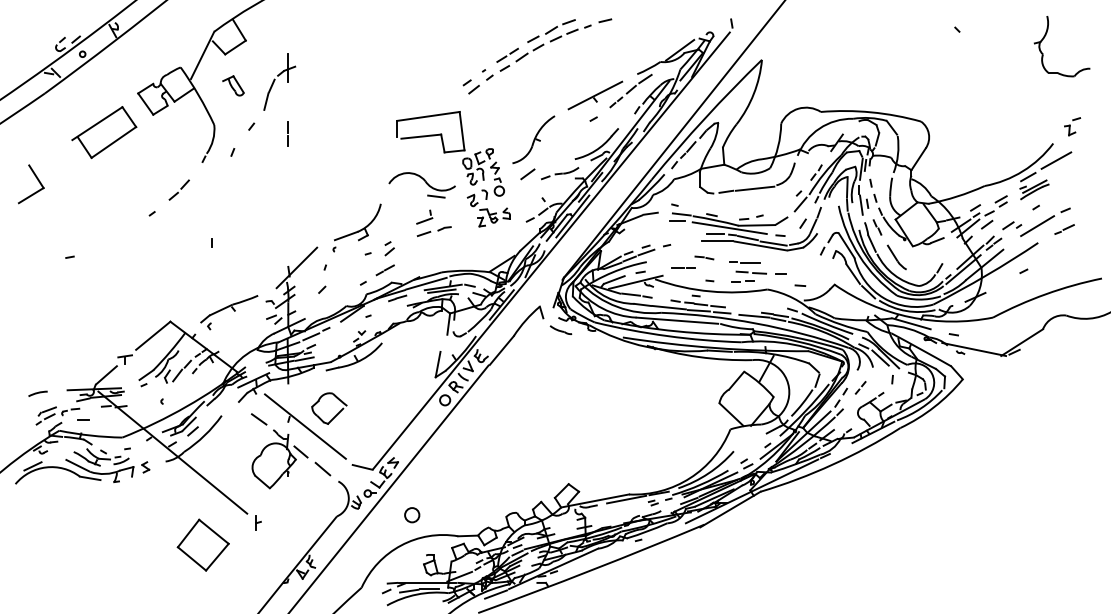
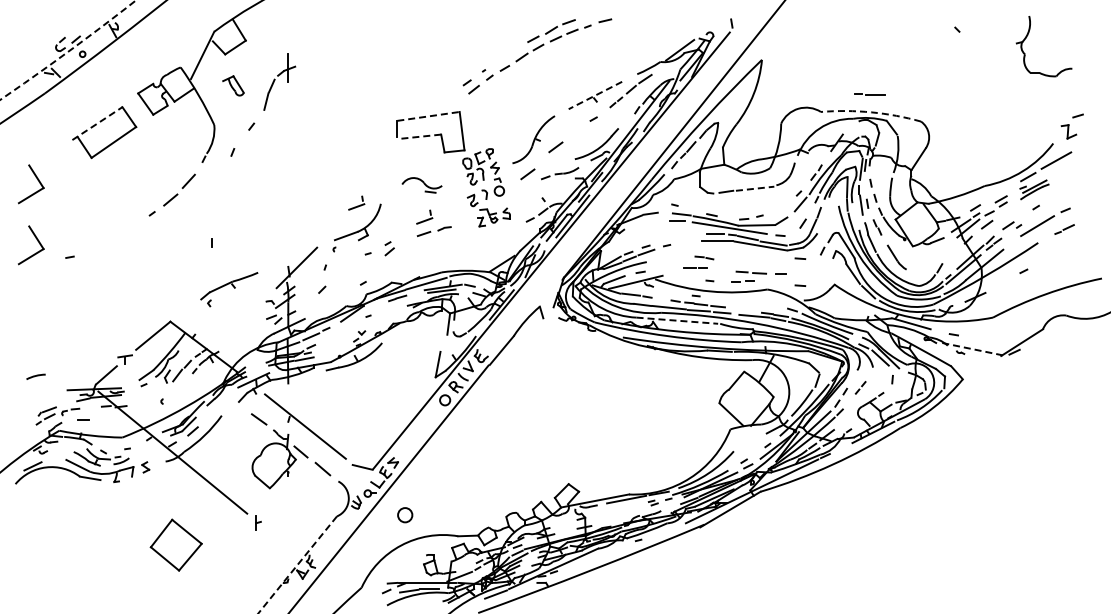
part at (1045, 37) position: (1045, 37) -> (1027, 37)
arc at (69, 50): solid -> dashed
line at (506, 55): present -> none
line at (594, 95): solid -> dashed
arc at (871, 112): solid -> dashed
line at (428, 116): solid -> dashed
line at (97, 123): solid -> dashed
part at (1072, 126) size: 18x20 px -> 24x27 px
line at (287, 133): present -> none
line at (421, 136): solid -> dashed
line at (555, 147): none -> present
part at (421, 185) size: 68x27 px -> 42x17 px
line at (755, 188): solid -> dashed
part at (178, 189) size: 22x22 px -> 33x34 px
part at (356, 202): none -> present
part at (37, 241): none -> present
line at (800, 258): none -> present
line at (744, 262) position: (744, 262) -> (869, 94)
line at (683, 267) position: (683, 267) -> (695, 267)
line at (384, 270): present -> none
part at (229, 312) position: (229, 312) -> (229, 289)
line at (677, 320): solid -> dashed
part at (560, 329): present -> none
line at (974, 349): solid -> dashed
line at (37, 393) position: (37, 393) -> (35, 376)
part at (336, 414): present -> none
circle at (412, 515) position: (412, 515) -> (405, 515)
part at (202, 544) position: (202, 544) -> (175, 544)
arc at (297, 565): solid -> dashed
